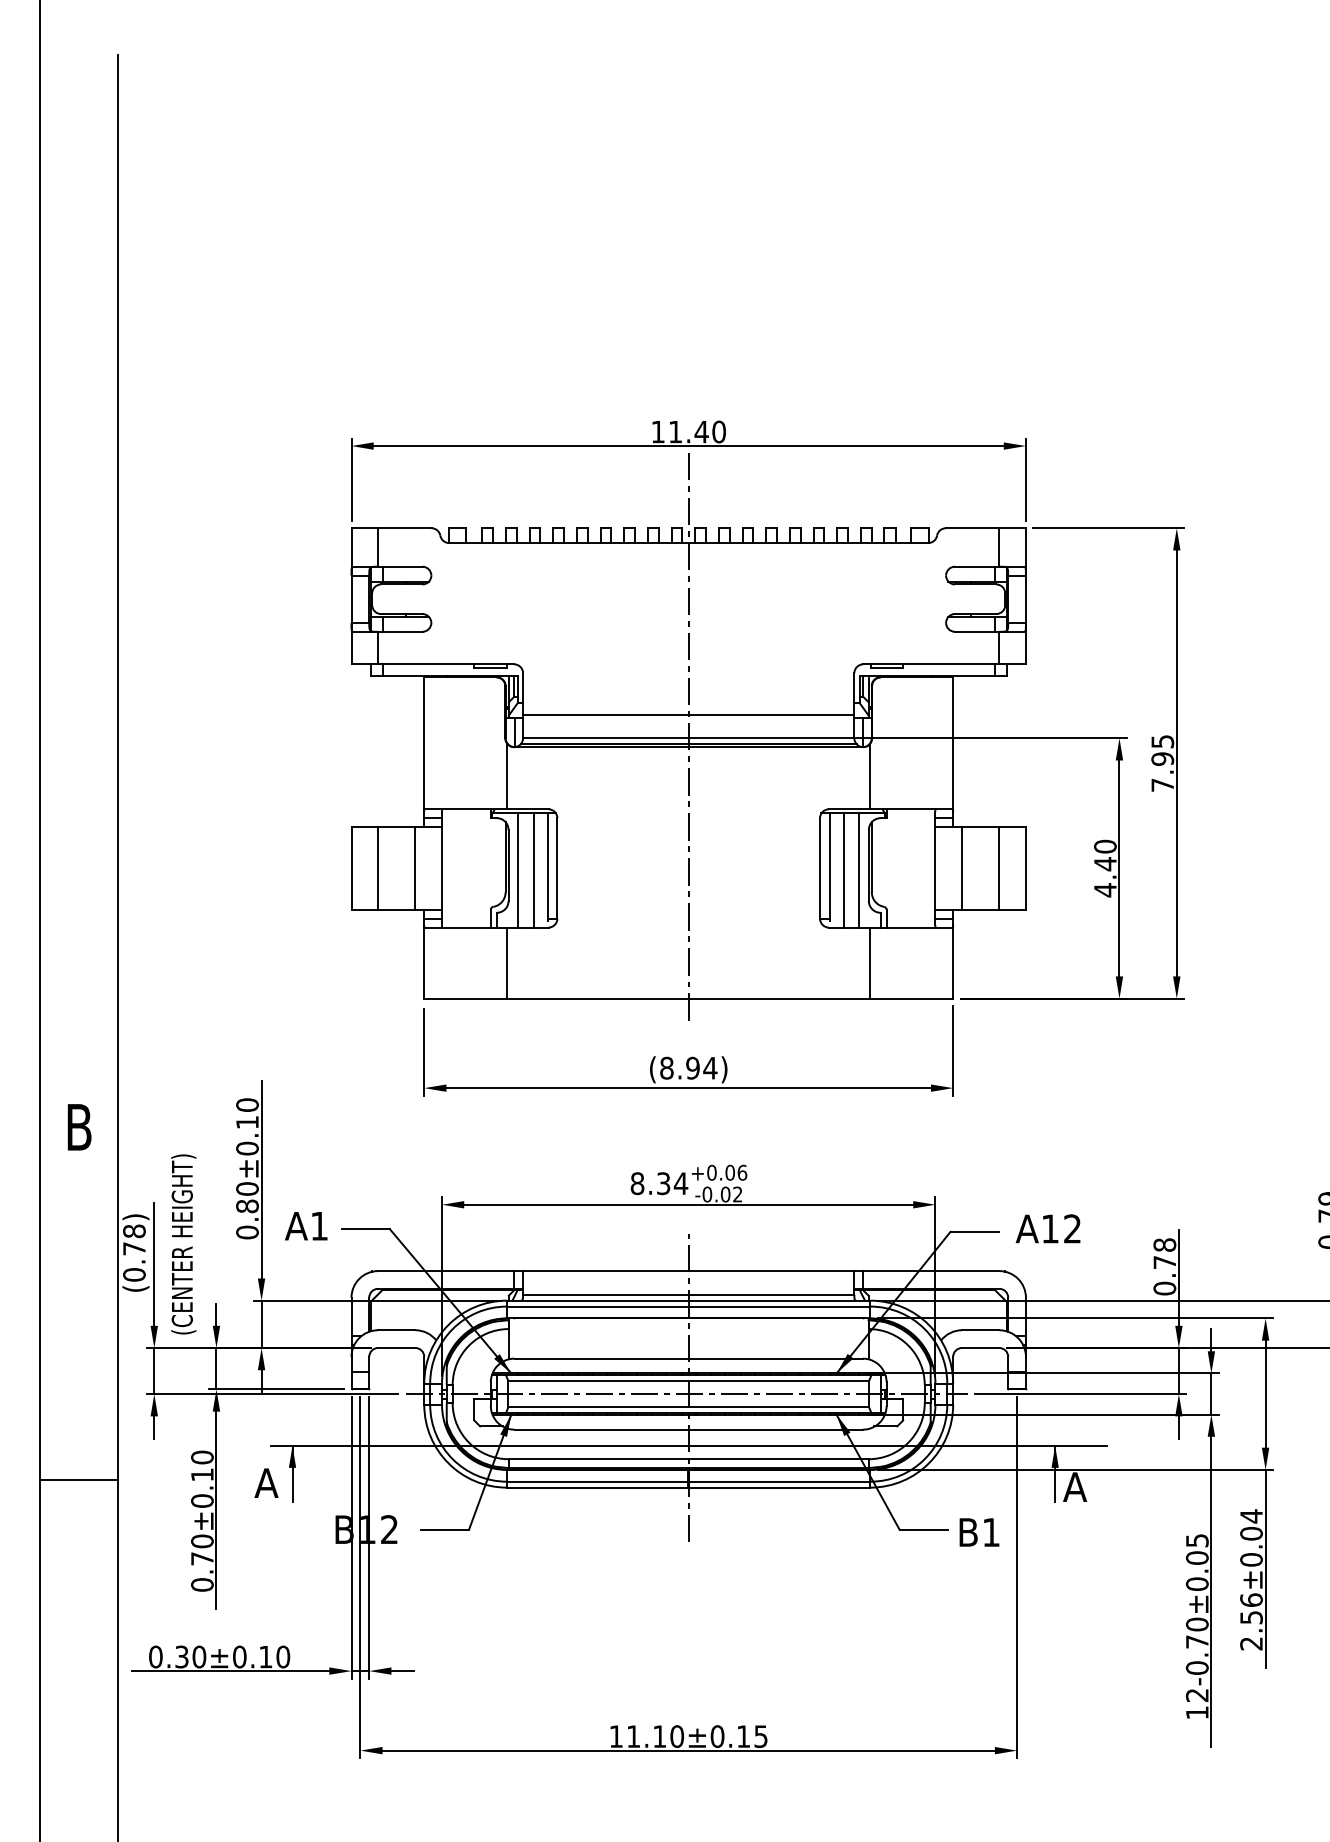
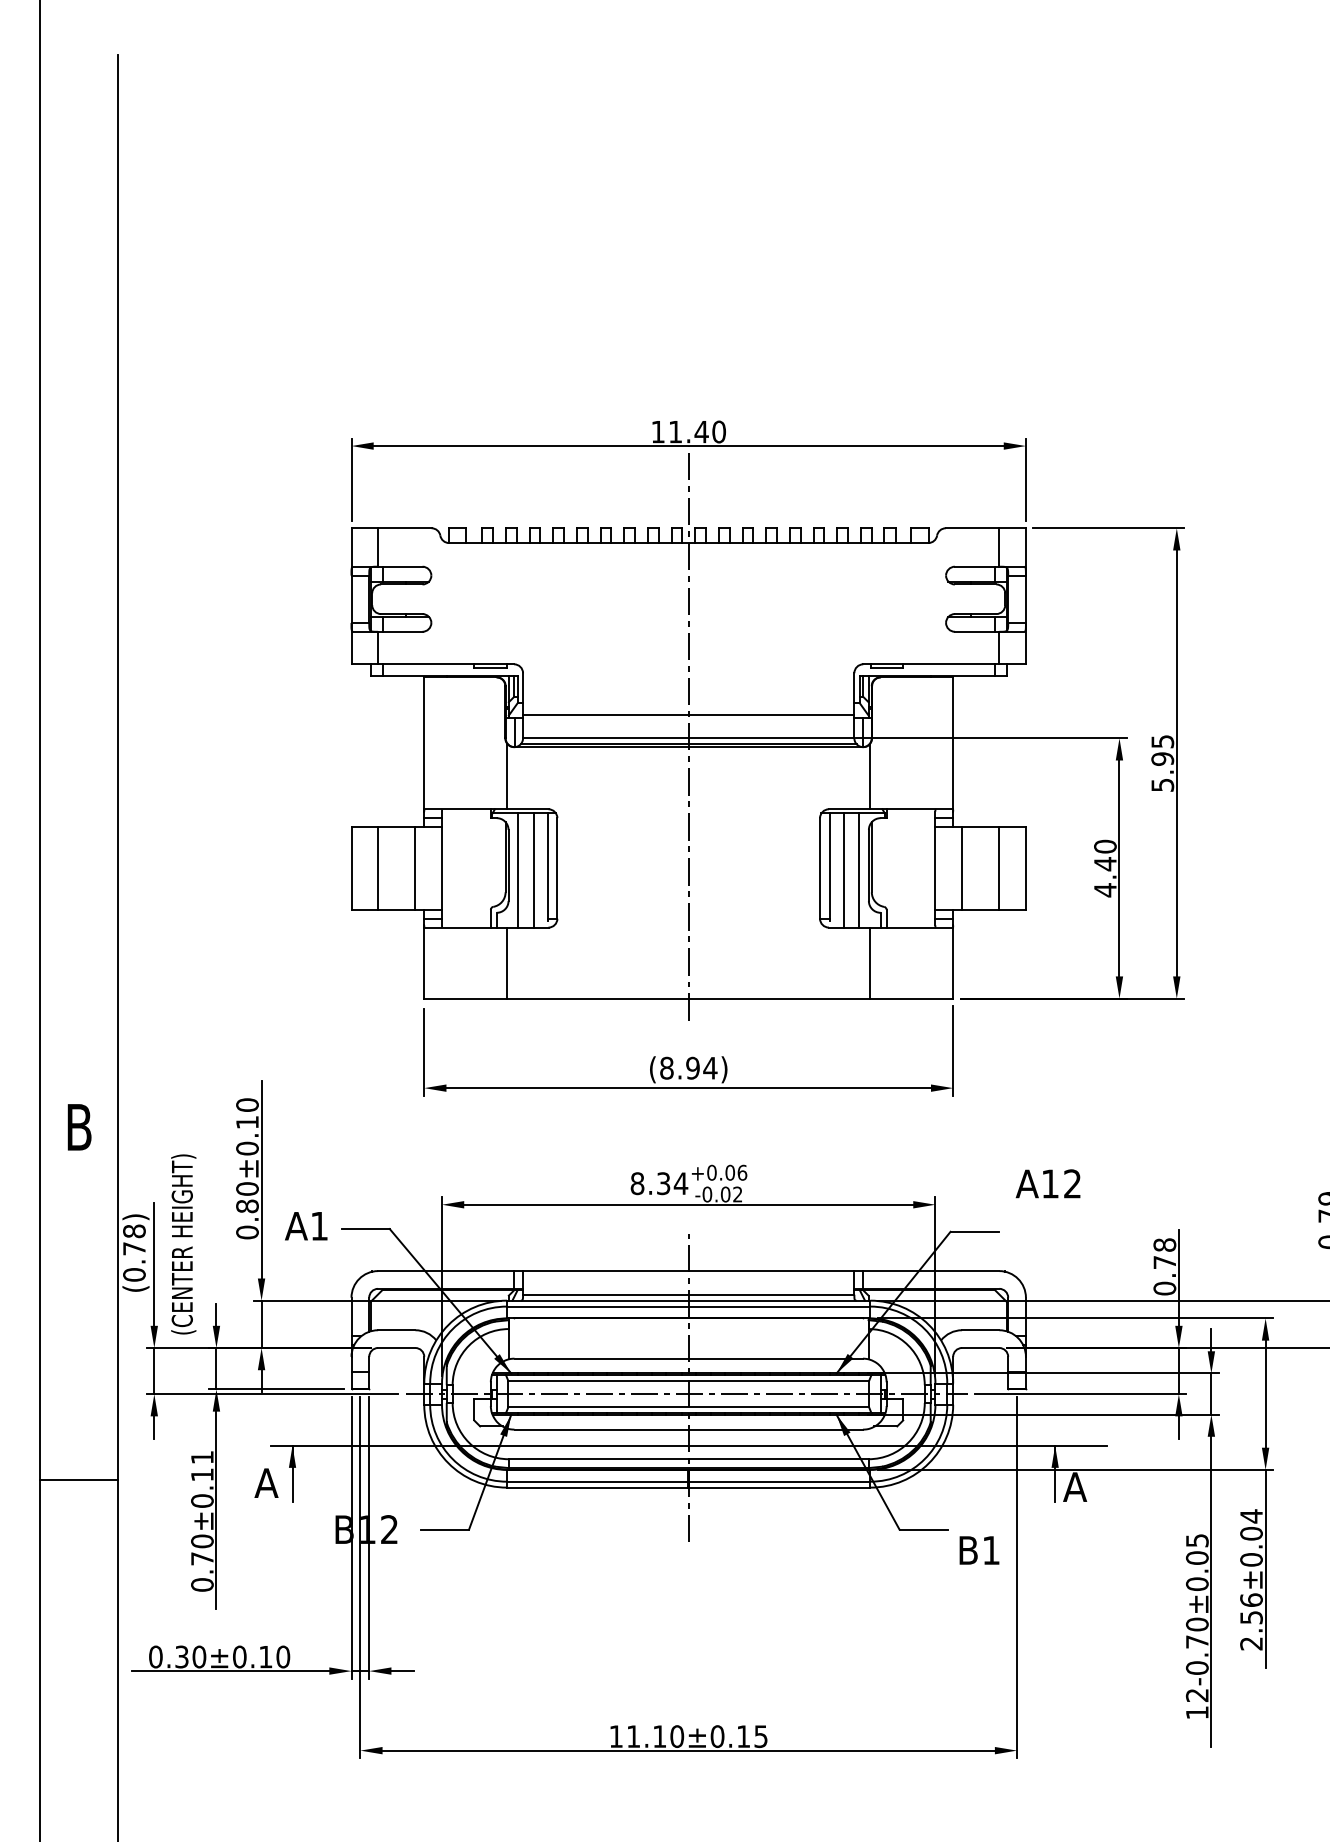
text at (1162, 784): 7.95 -> 5.95
text at (1047, 1228) position: (1047, 1228) -> (1047, 1183)
text at (202, 1457): 0.70±0.10 -> 0.70±0.11
text at (979, 1532) position: (979, 1532) -> (979, 1550)
